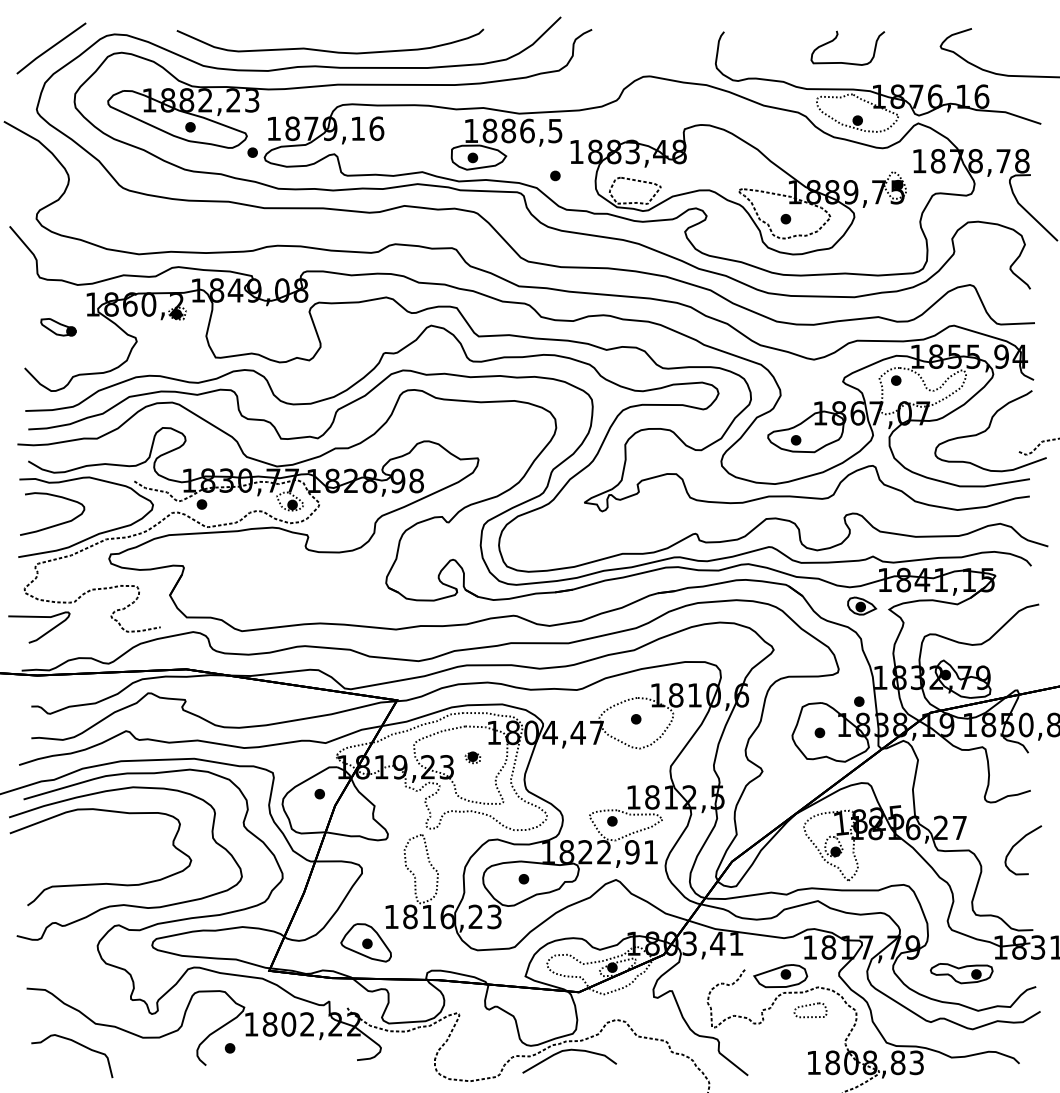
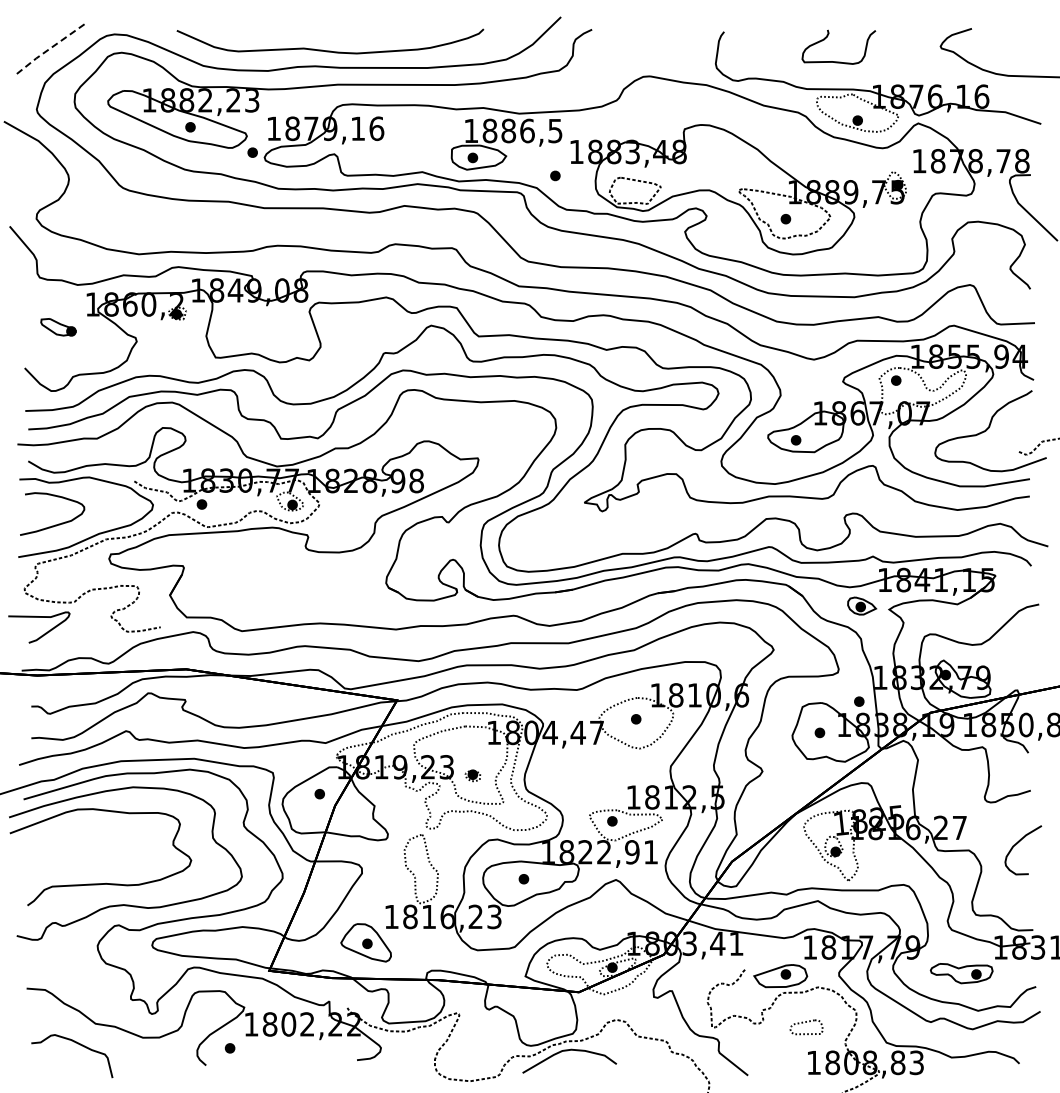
curve at (837, 37) position: (837, 37) -> (828, 36)
line at (50, 48): solid -> dashed
part at (472, 757) position: (472, 757) -> (472, 775)
part at (810, 1010) position: (810, 1010) -> (806, 1027)
